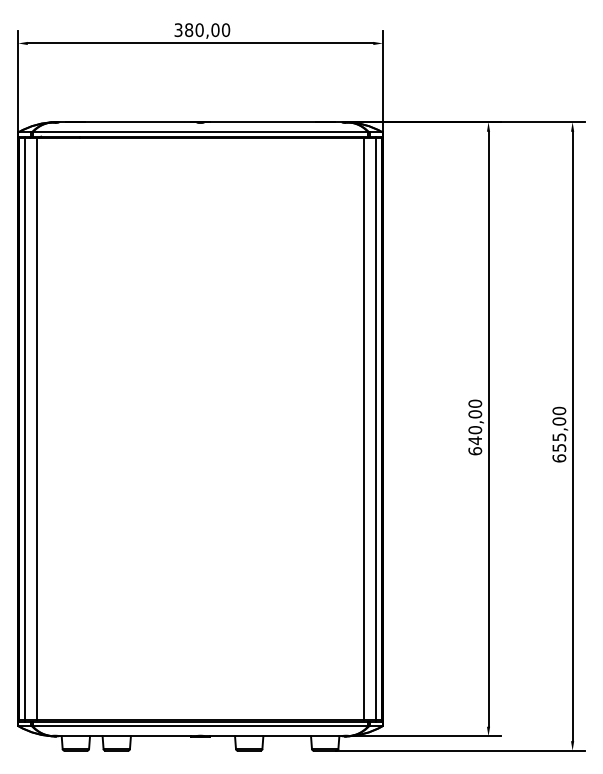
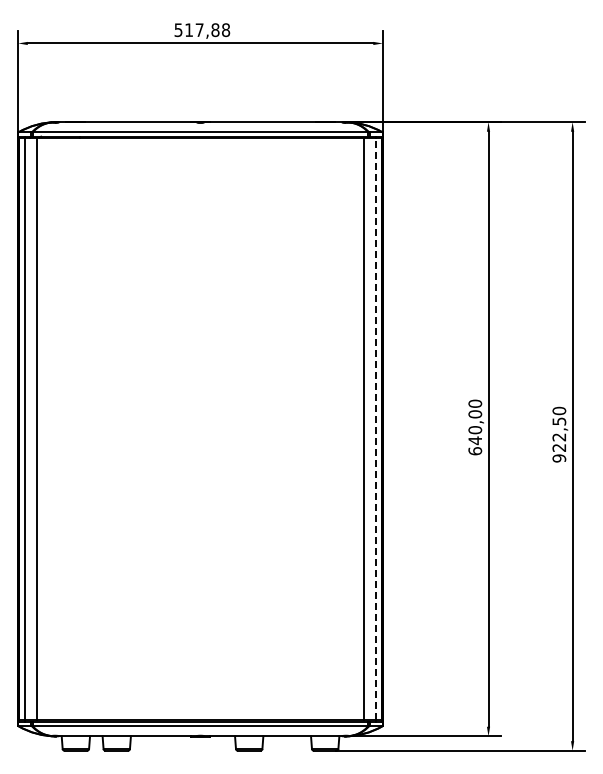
text at (202, 30): 380,00 -> 517,88
line at (376, 429): solid -> dashed
text at (559, 439): 655,00 -> 922,50
